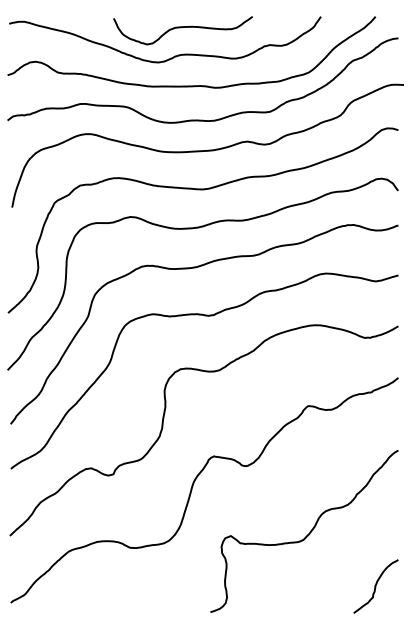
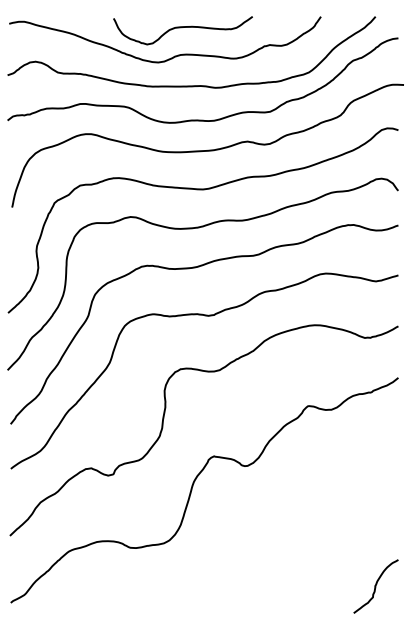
curve at (307, 534): present -> none
